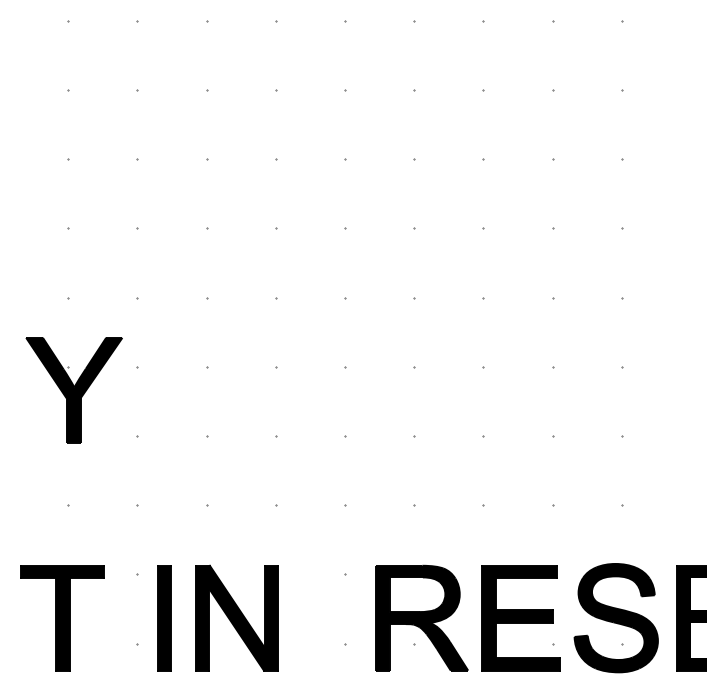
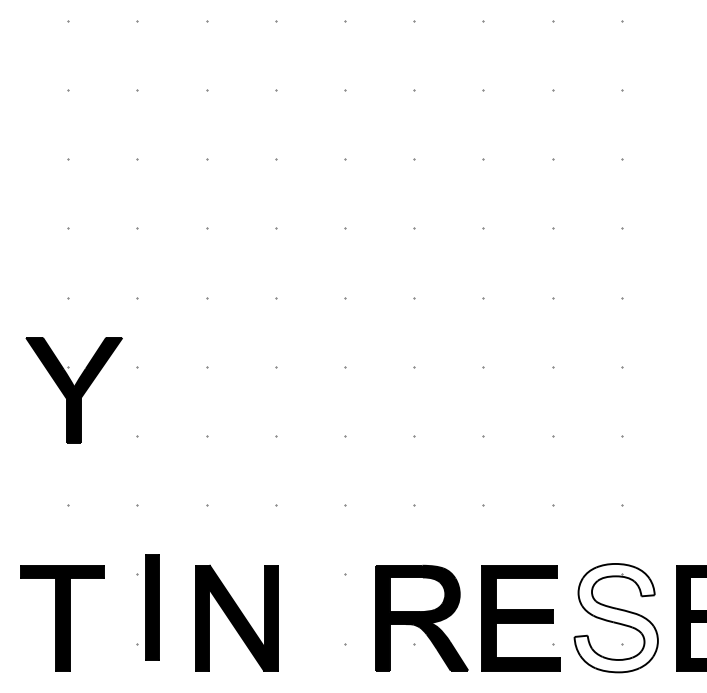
fill at (615, 617): present -> none
part at (164, 618) position: (164, 618) -> (152, 607)
